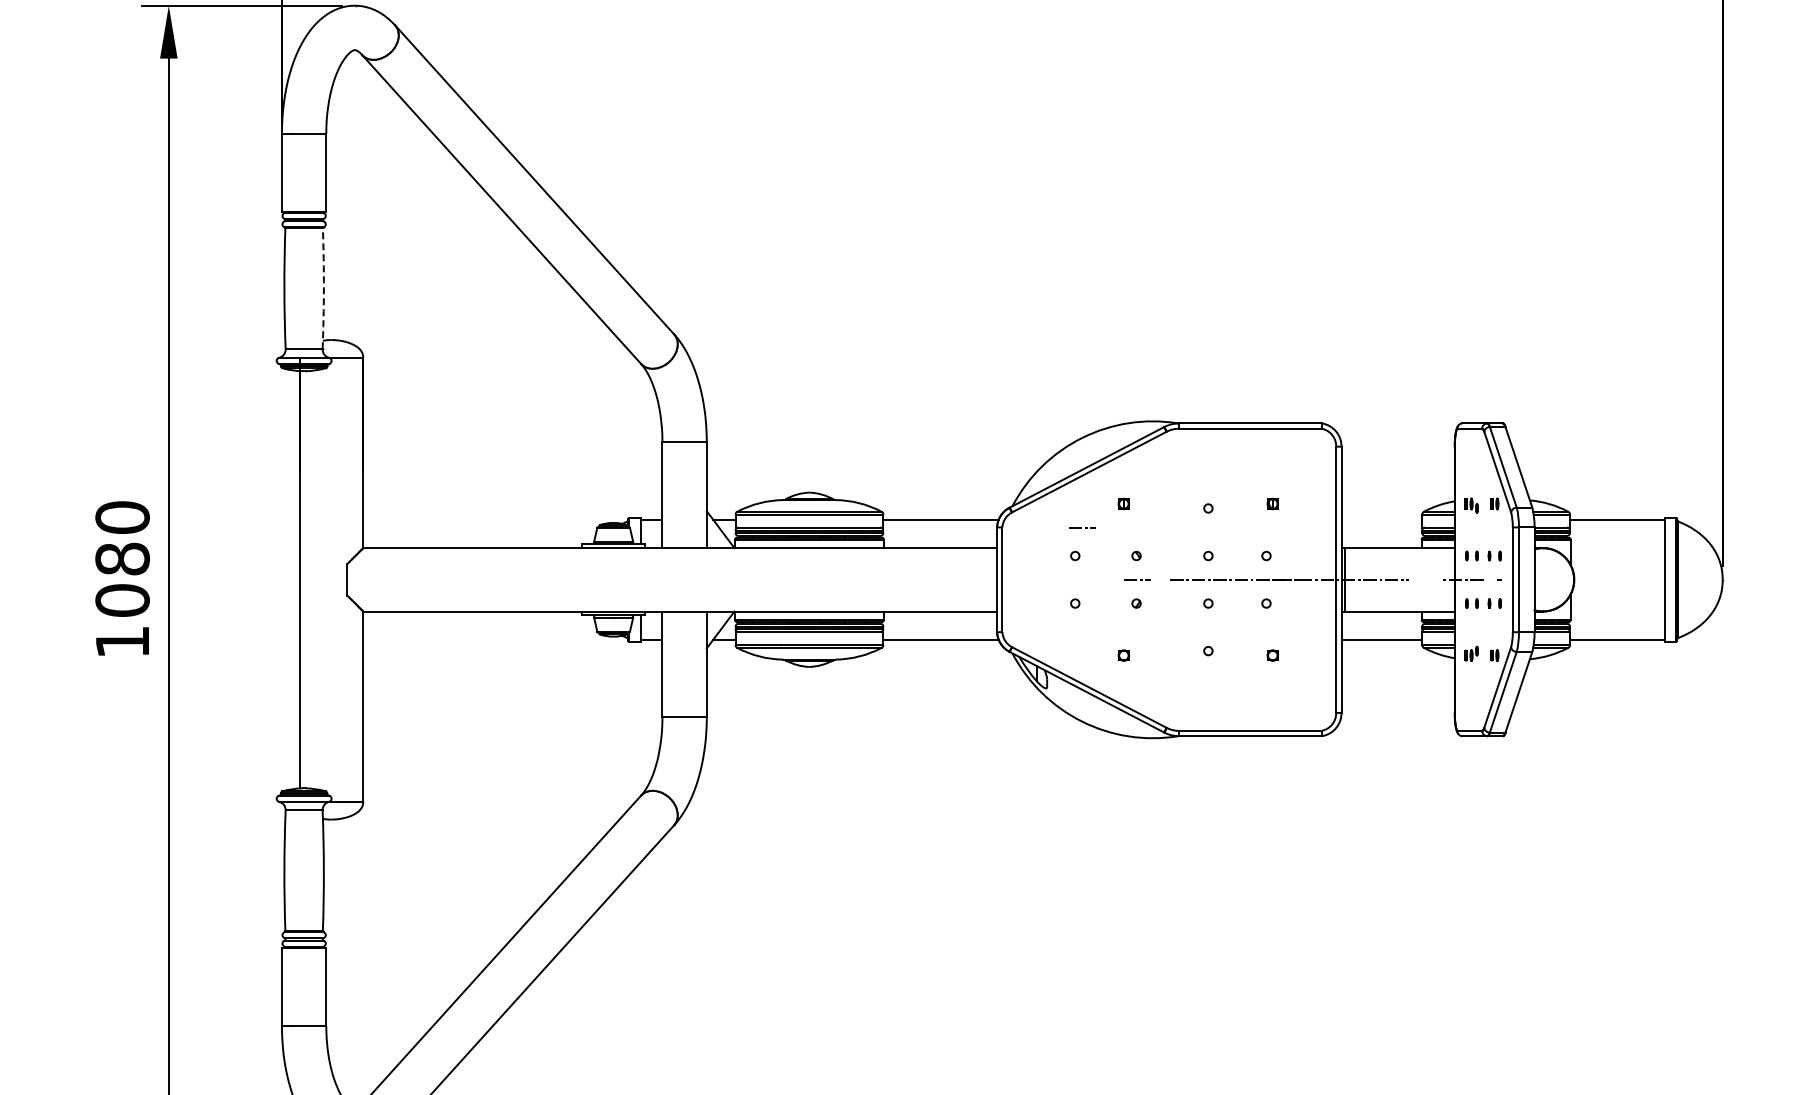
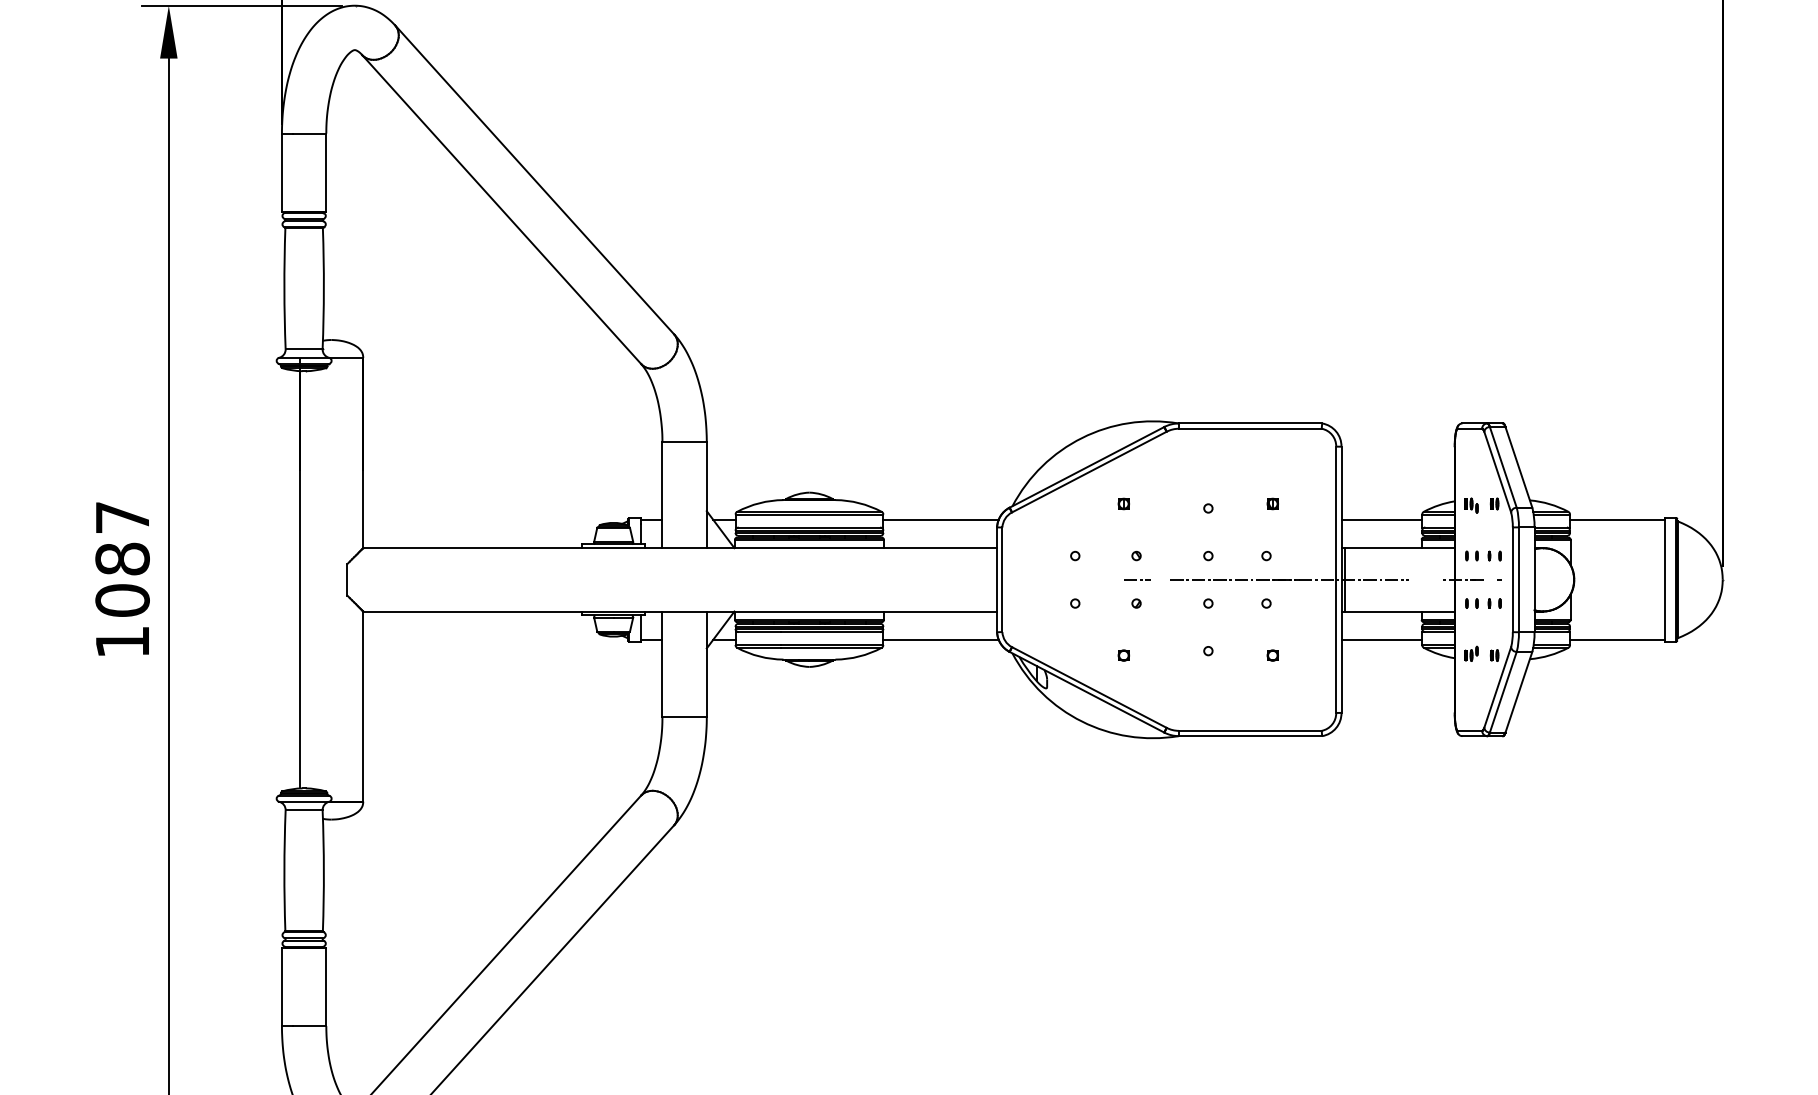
arc at (323, 288): dashed -> solid
text at (122, 517): 1080 -> 1087
line at (1381, 519): none -> present
line at (1081, 527): present -> none
